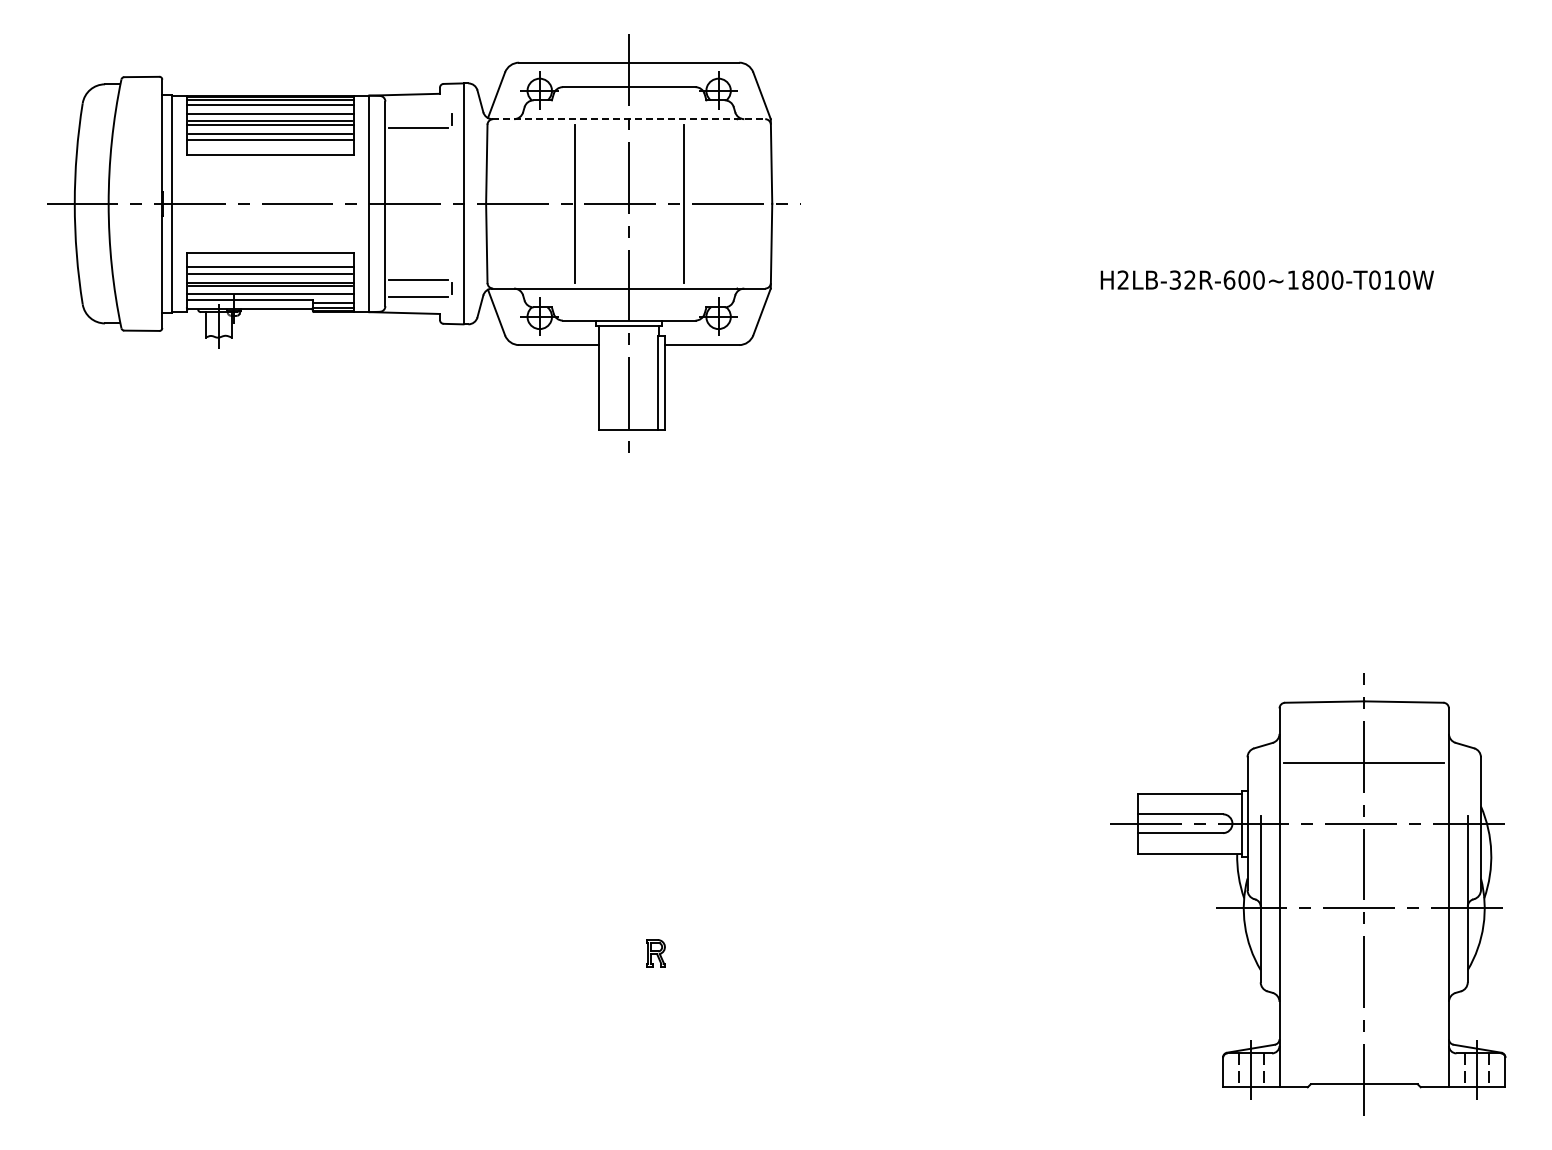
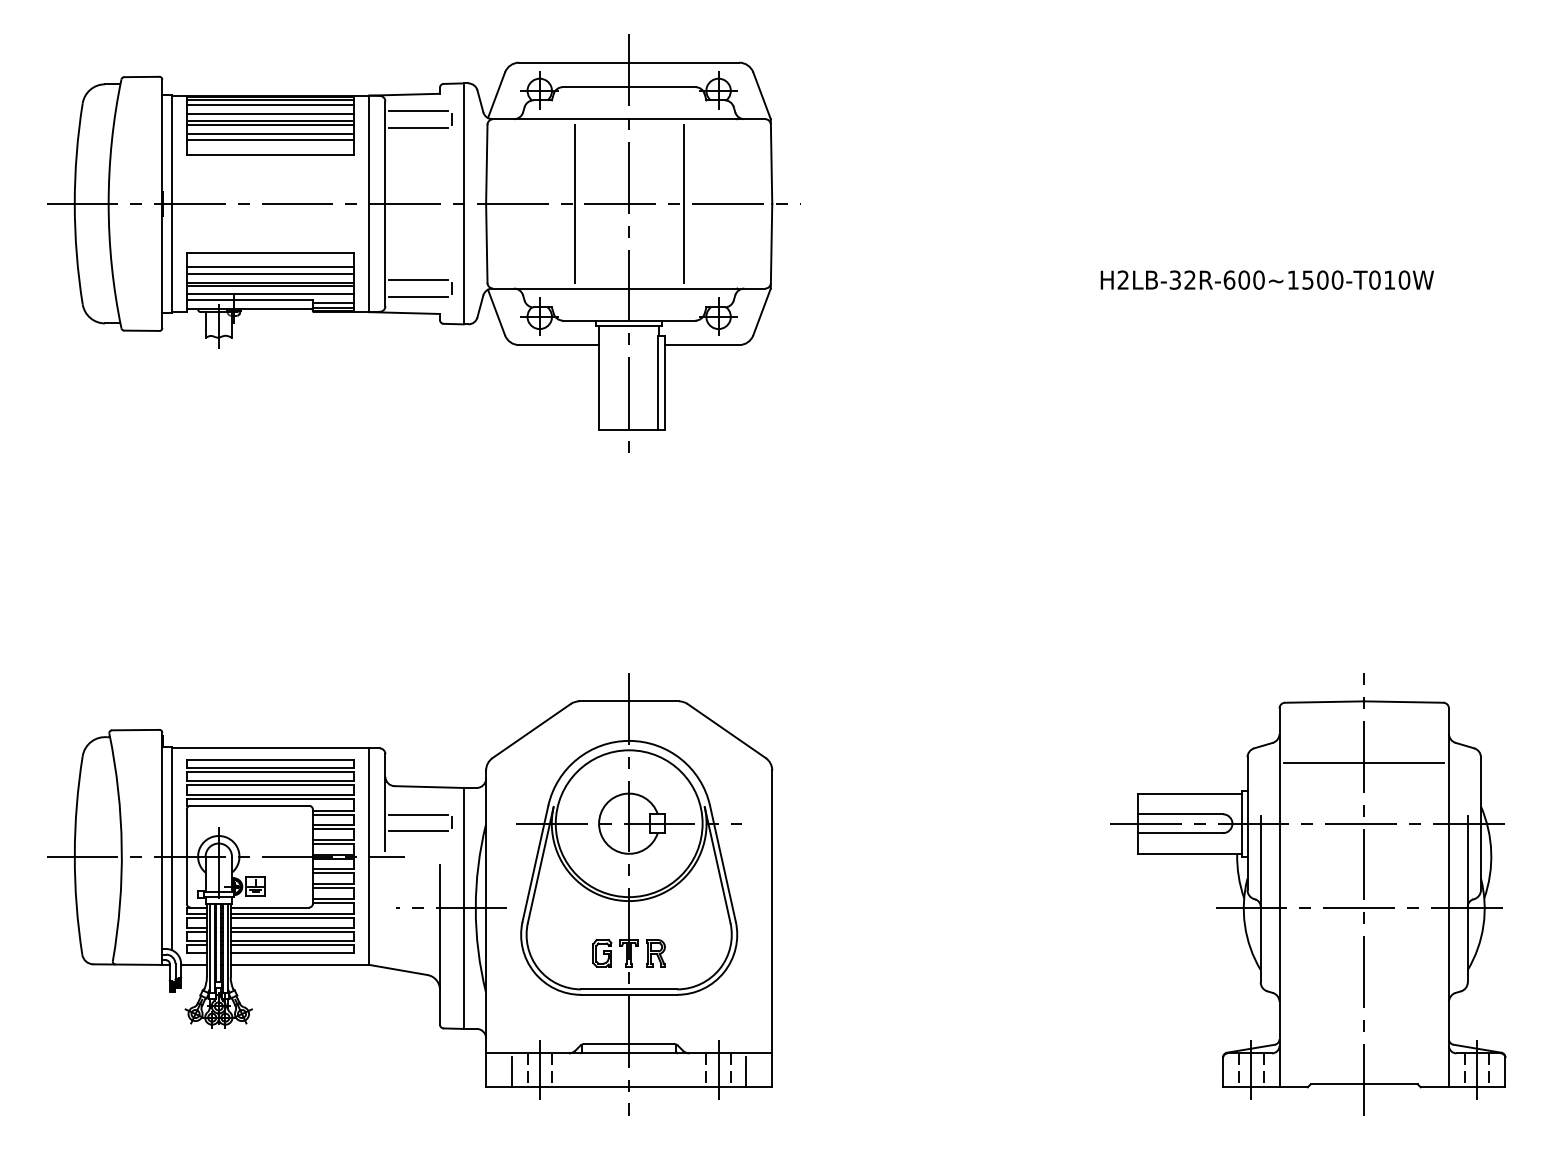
line at (418, 110): none -> present
line at (629, 119): dashed -> solid
text at (1307, 279): H2LB-32R-600~1800-T010W -> H2LB-32R-600~1500-T010W
part at (410, 894): none -> present
